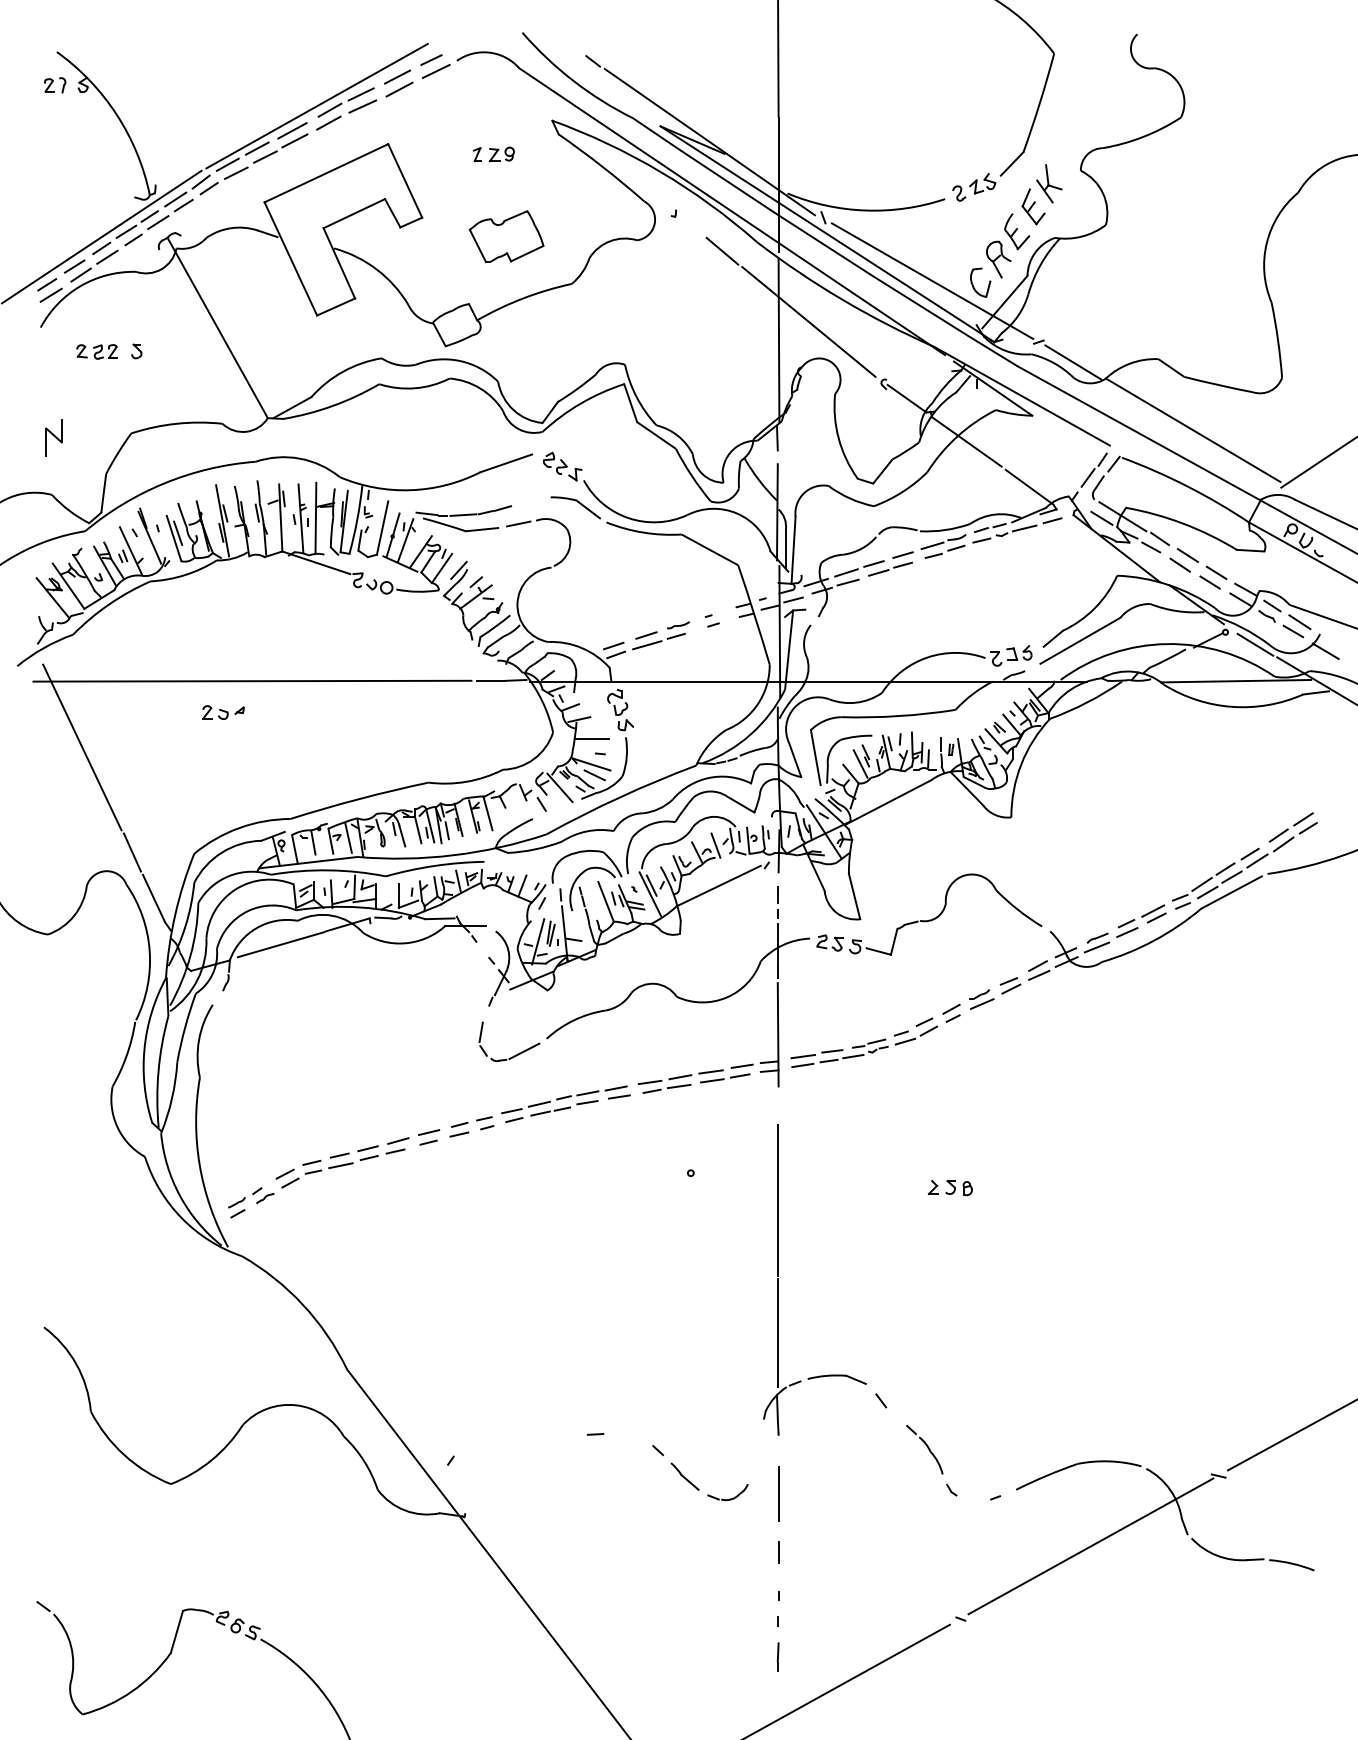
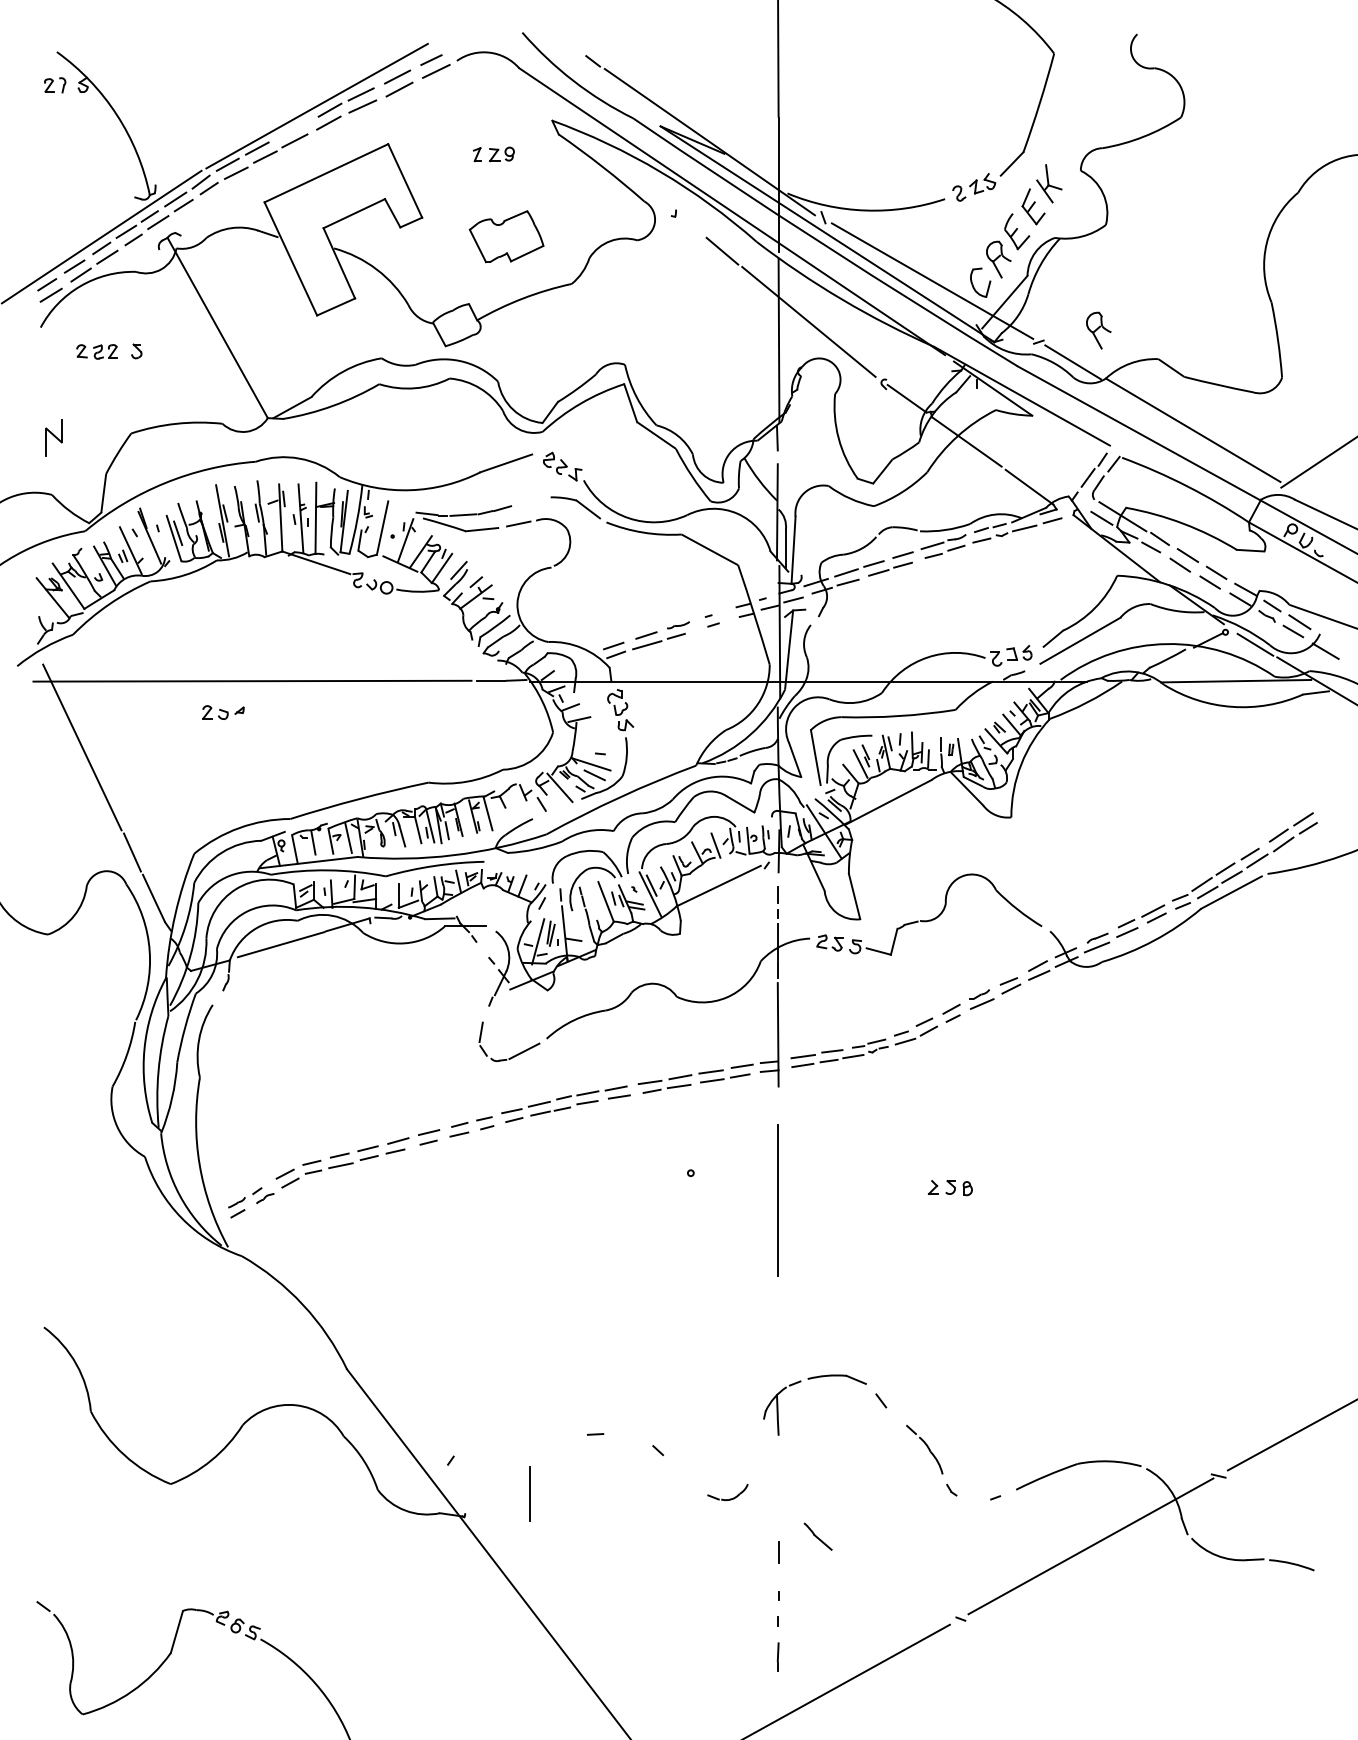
line at (292, 130): present -> none
part at (1098, 330): none -> present
line at (392, 535): present -> none
line at (591, 738): present -> none
line at (777, 1332): present -> none
part at (684, 1476) position: (684, 1476) -> (817, 1536)
line at (778, 1493) position: (778, 1493) -> (529, 1493)
